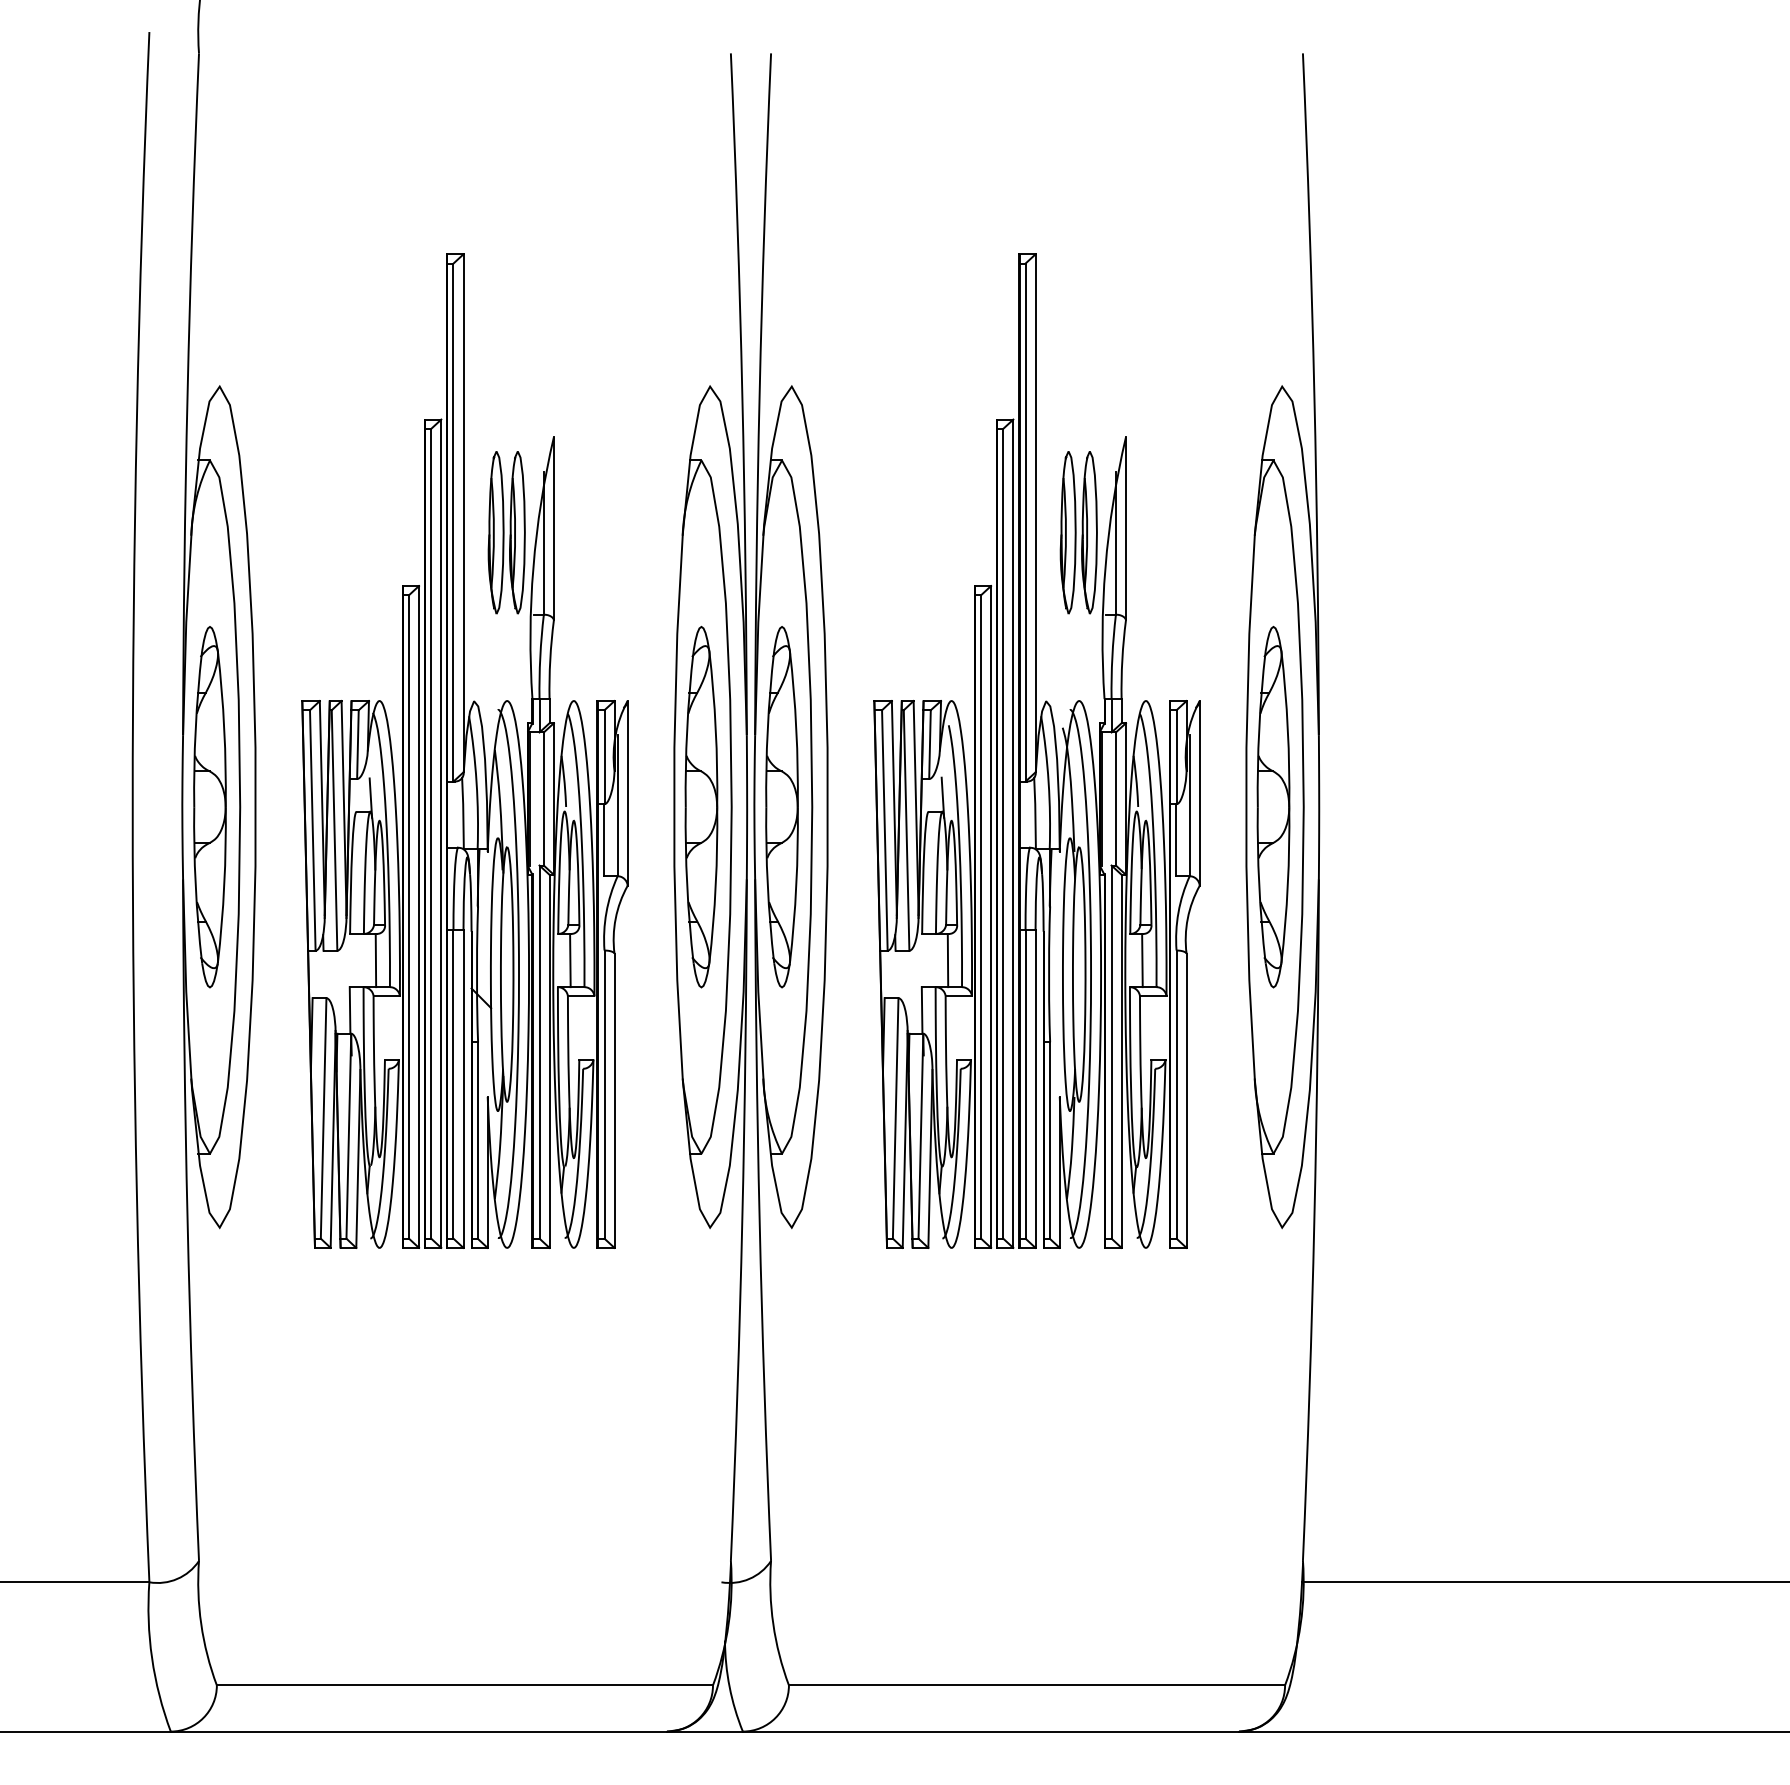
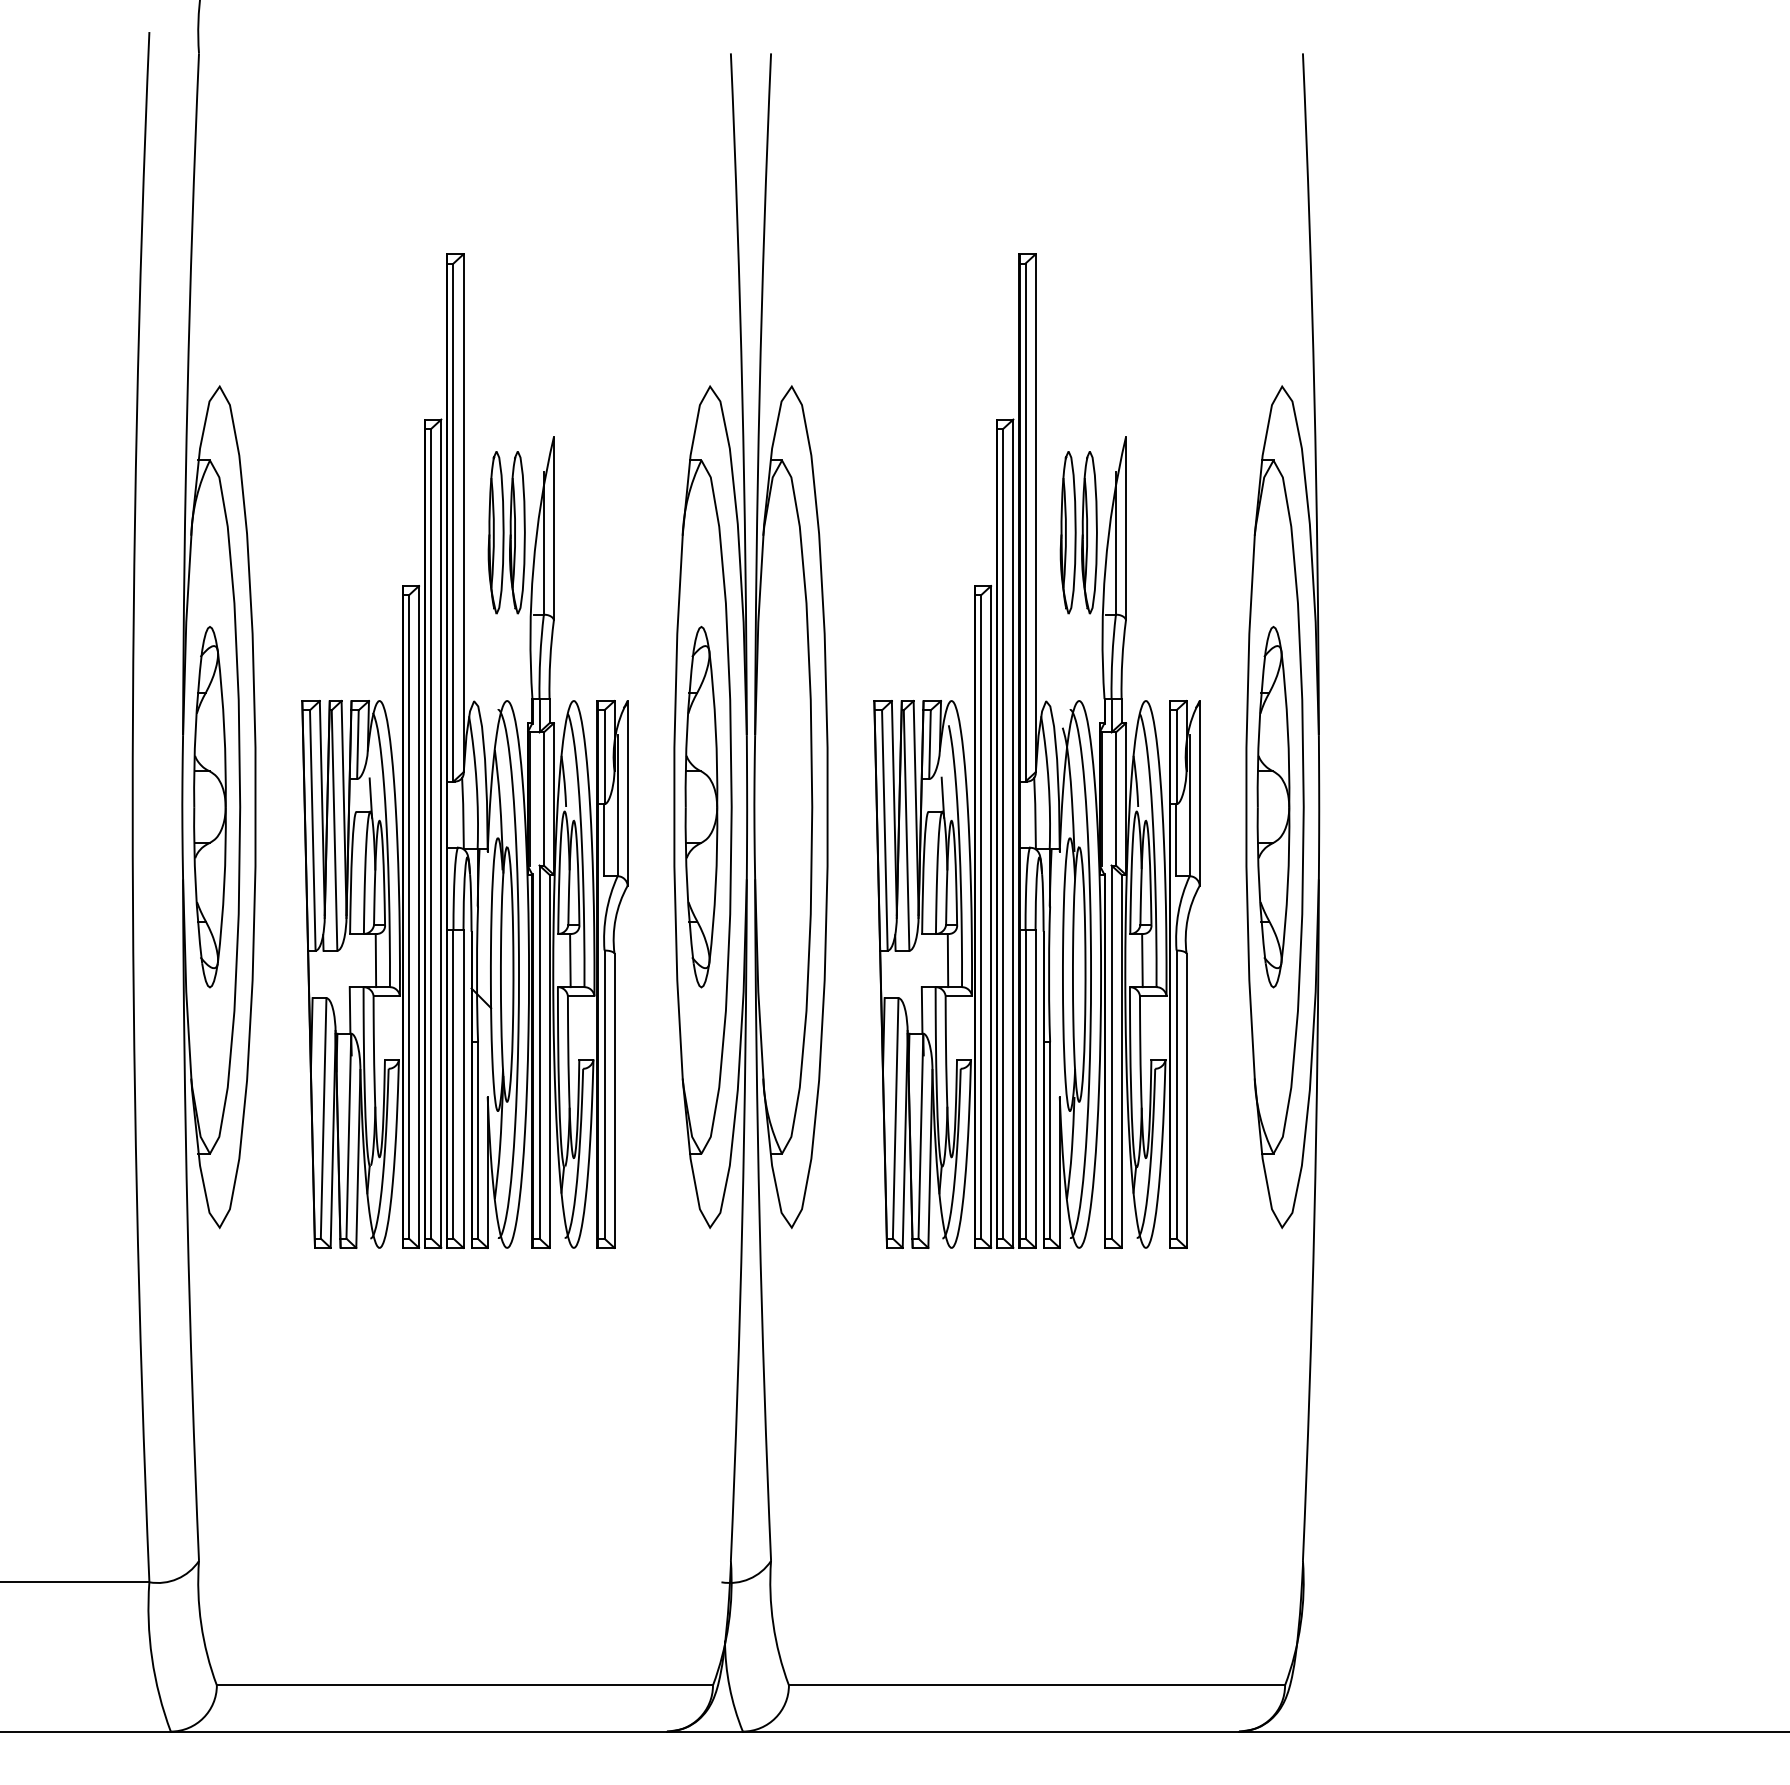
part at (781, 807): present -> none
line at (1544, 1582): present -> none
